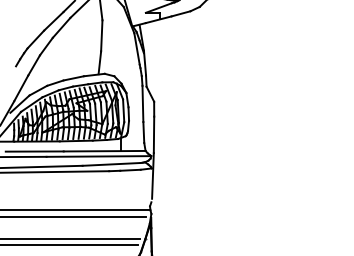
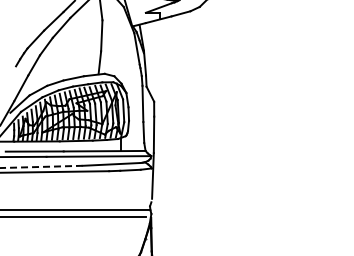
line at (41, 166): solid -> dashed
line at (71, 239): present -> none
line at (70, 244): present -> none
